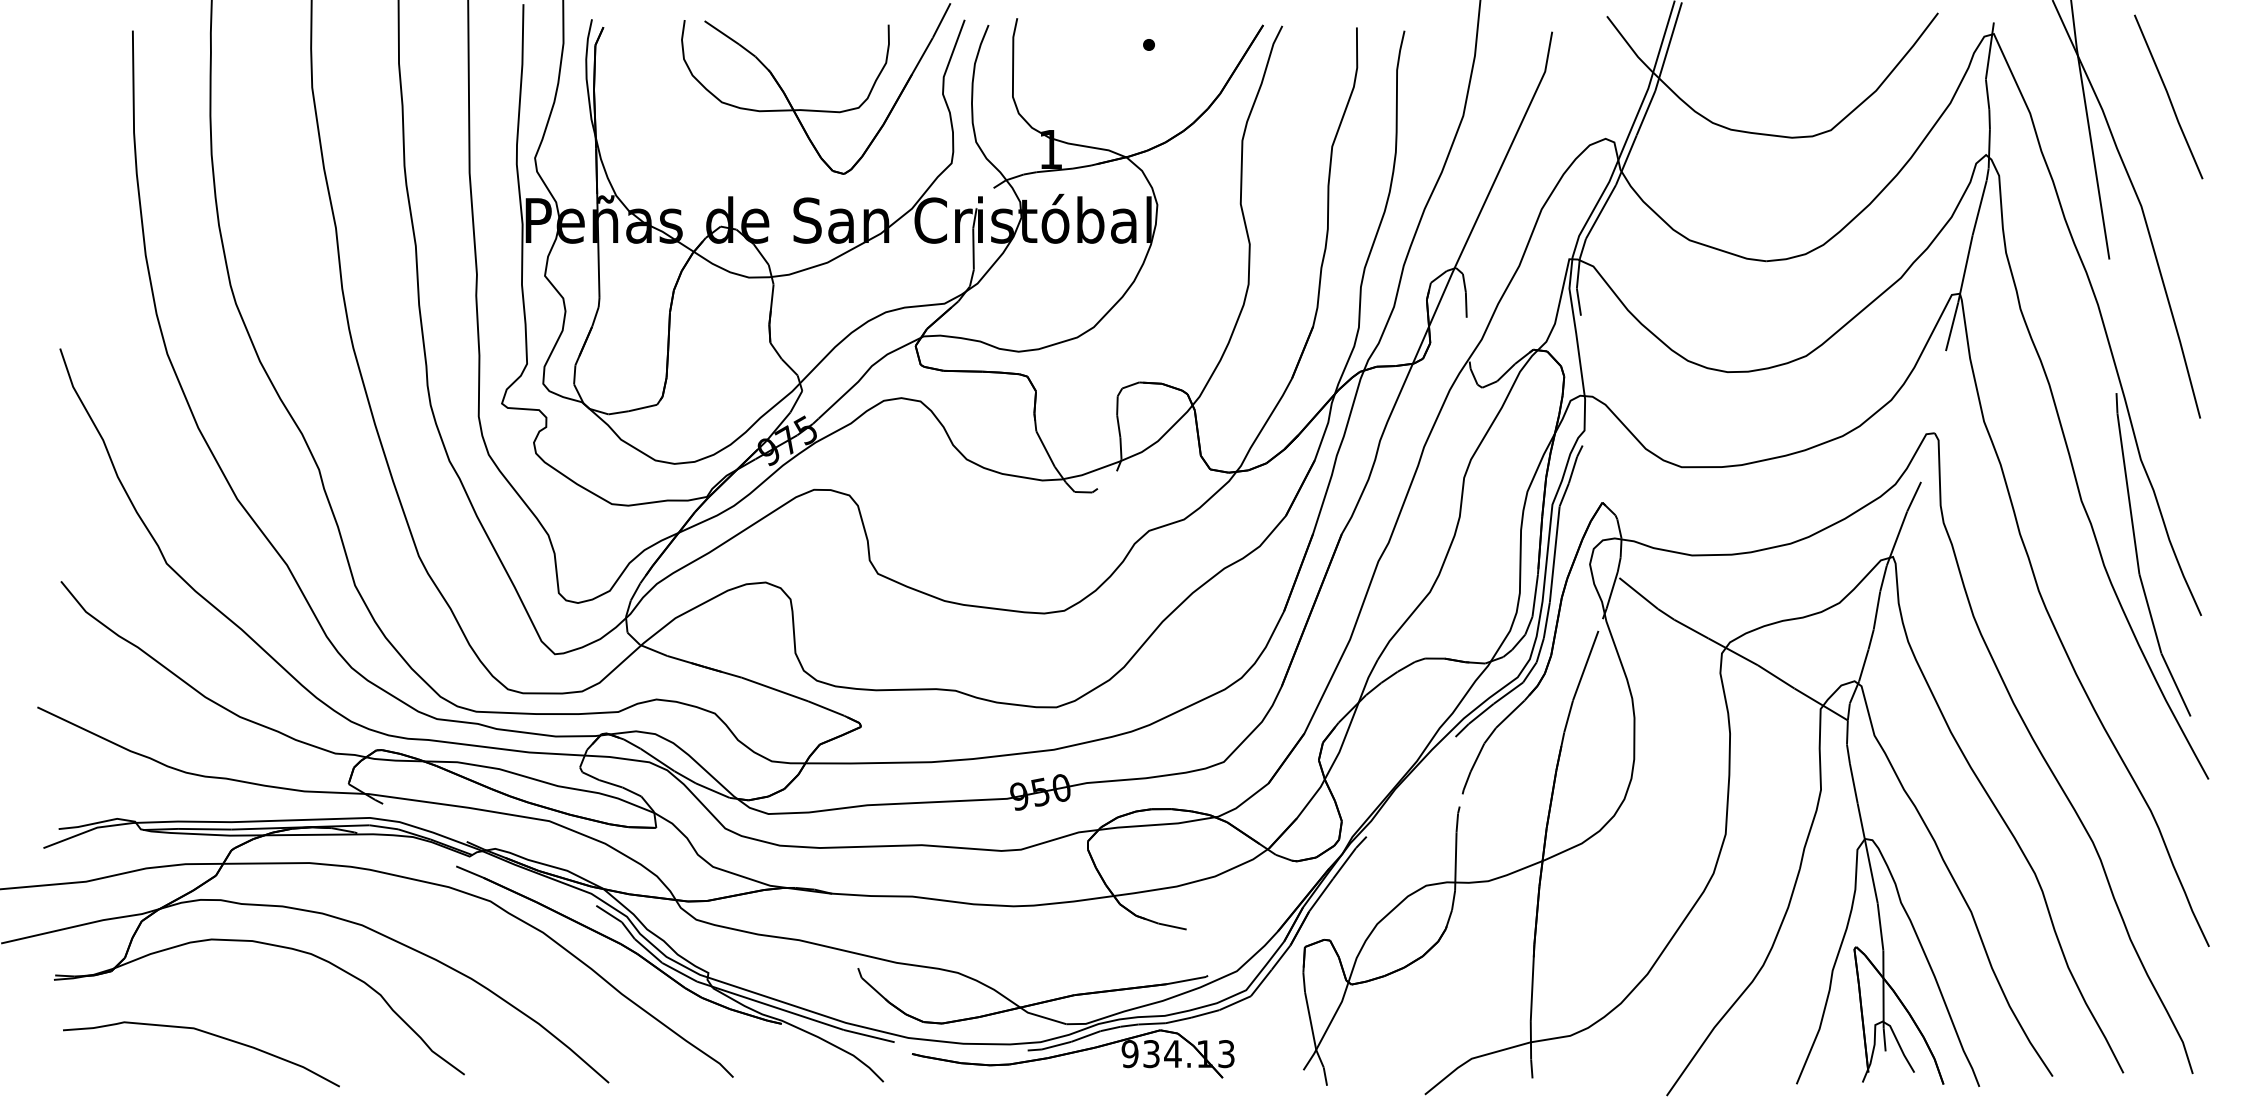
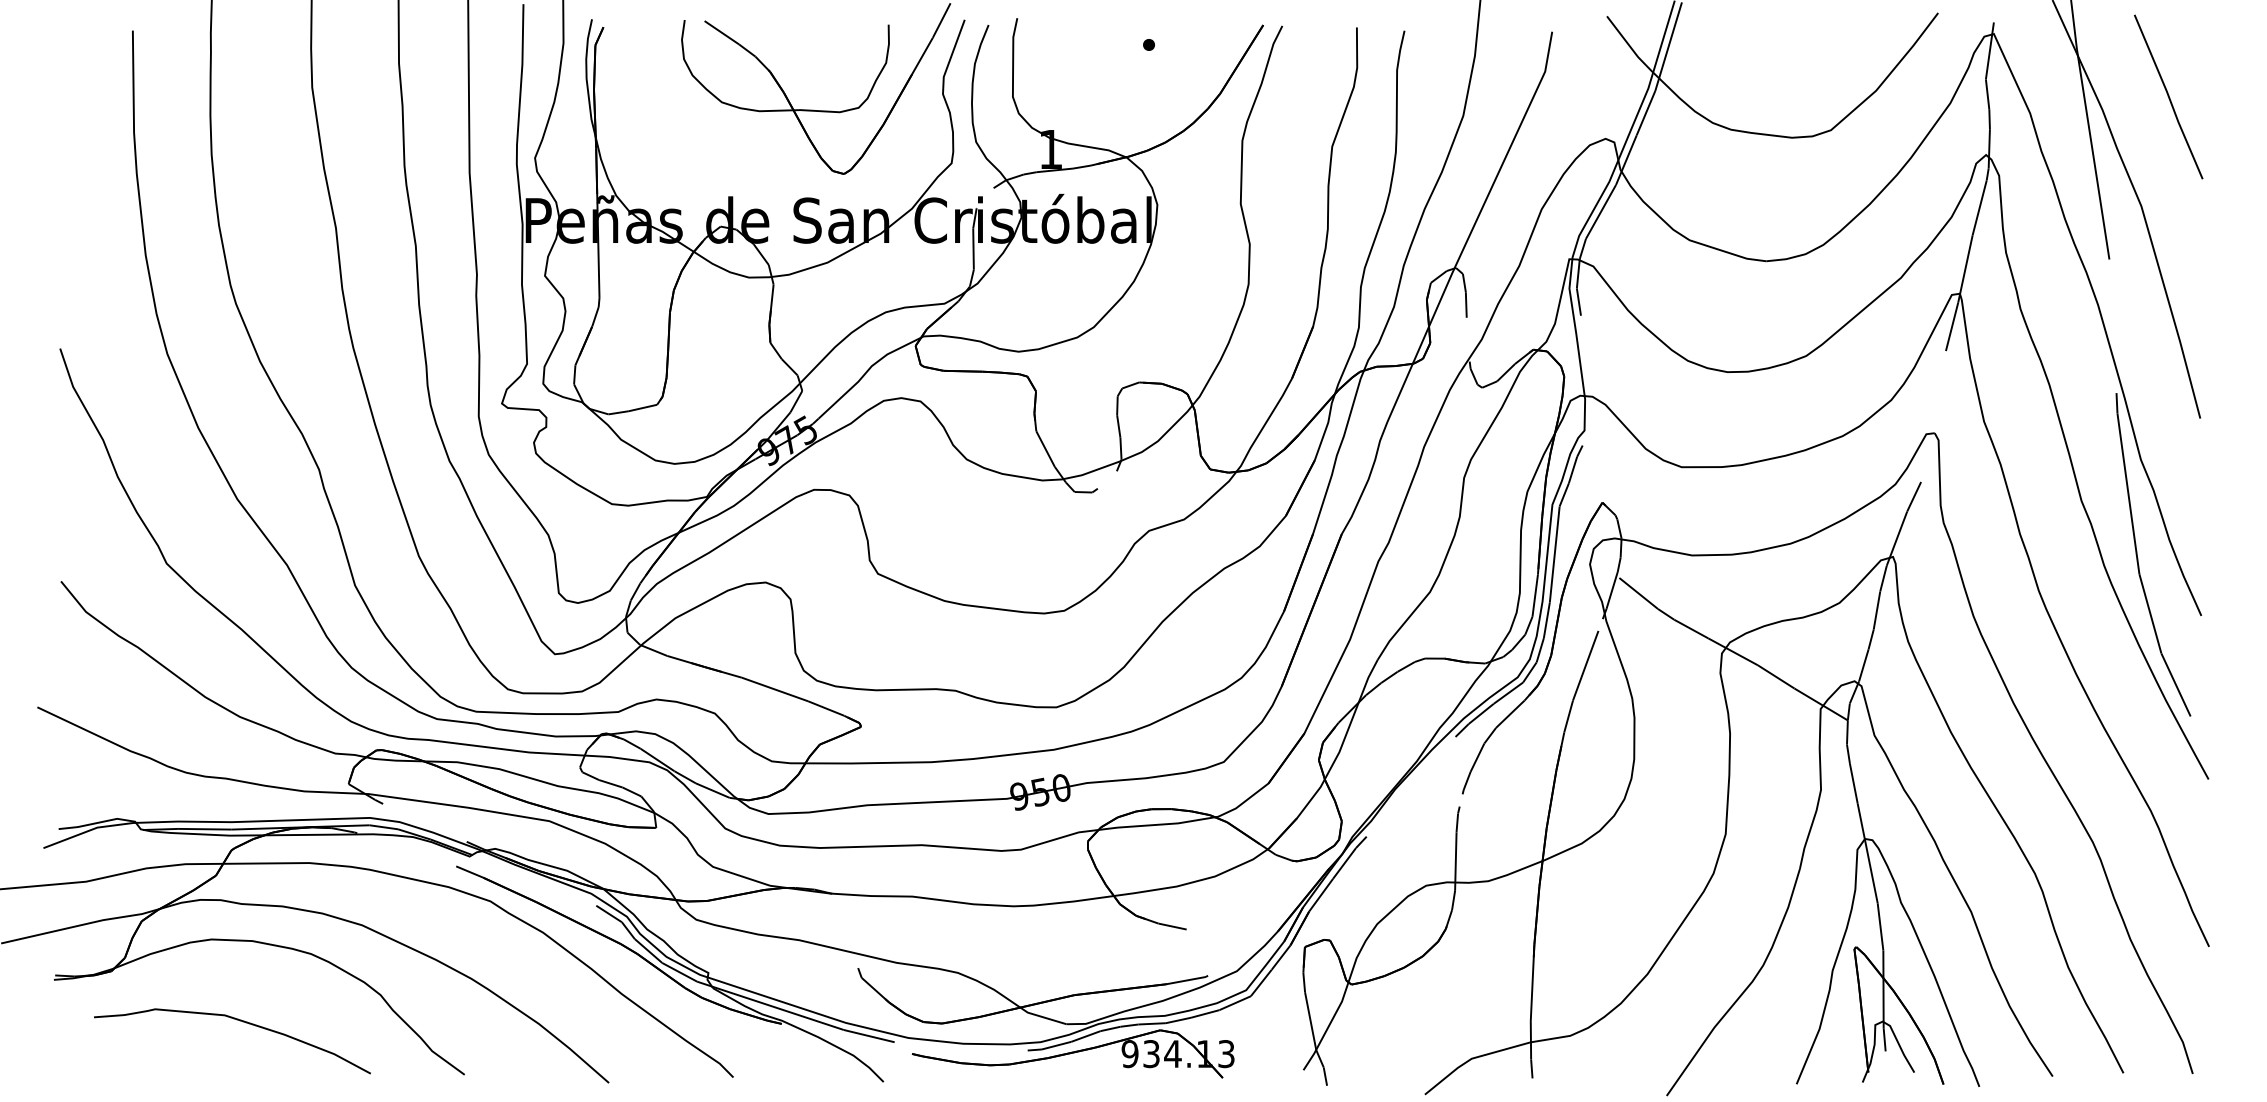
curve at (208, 1034) position: (208, 1034) -> (239, 1021)
